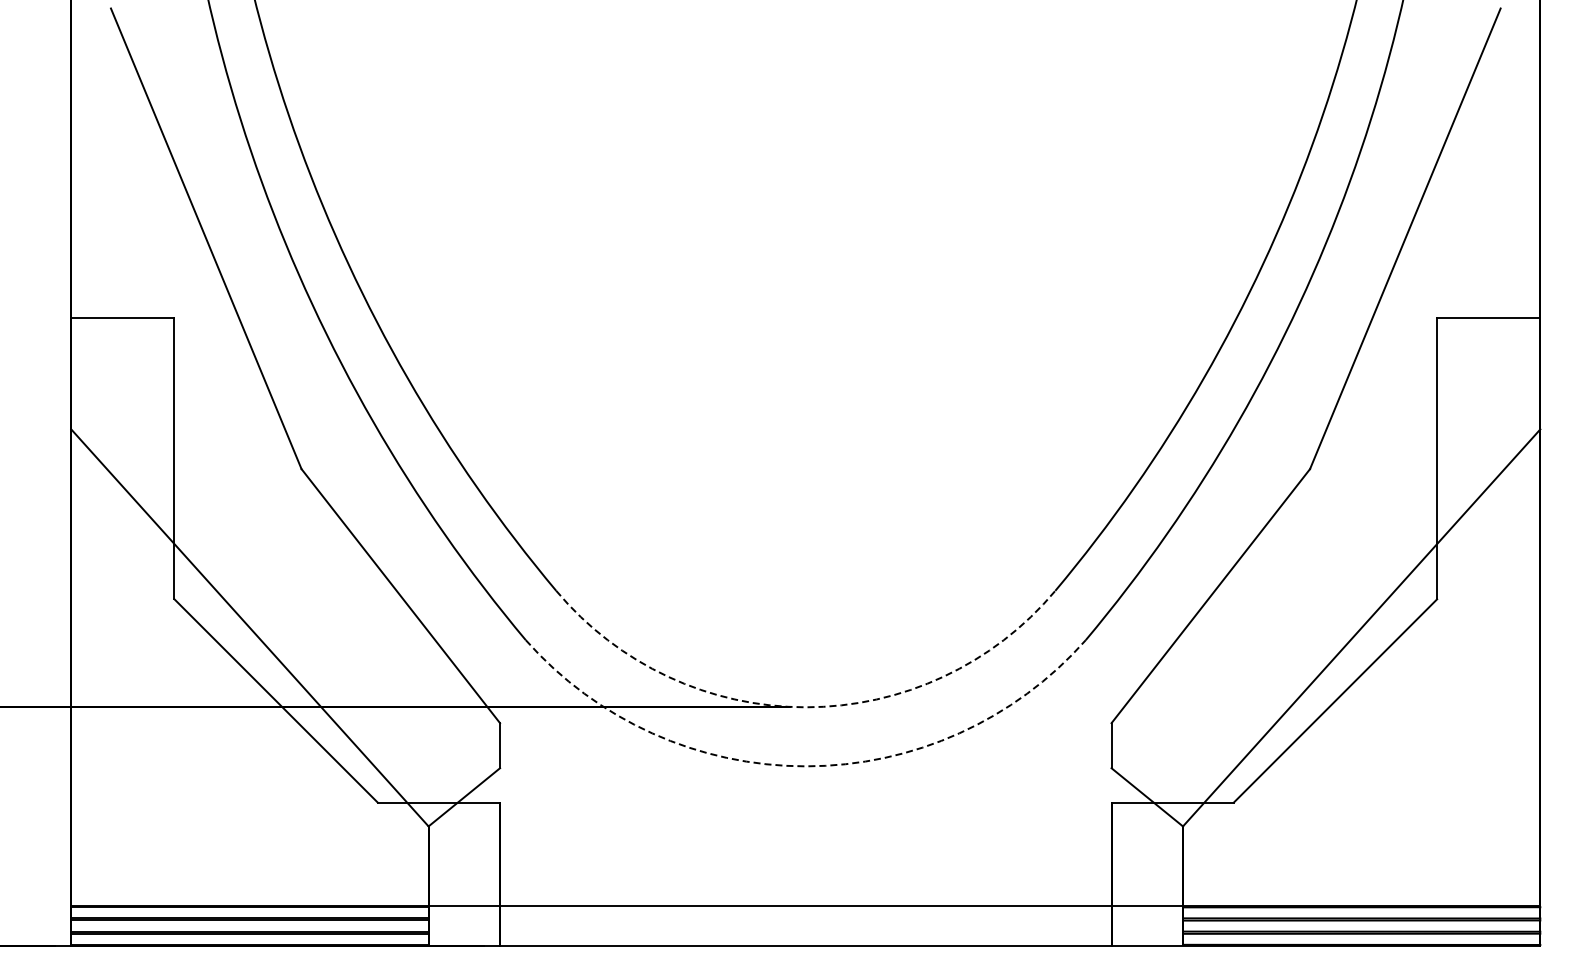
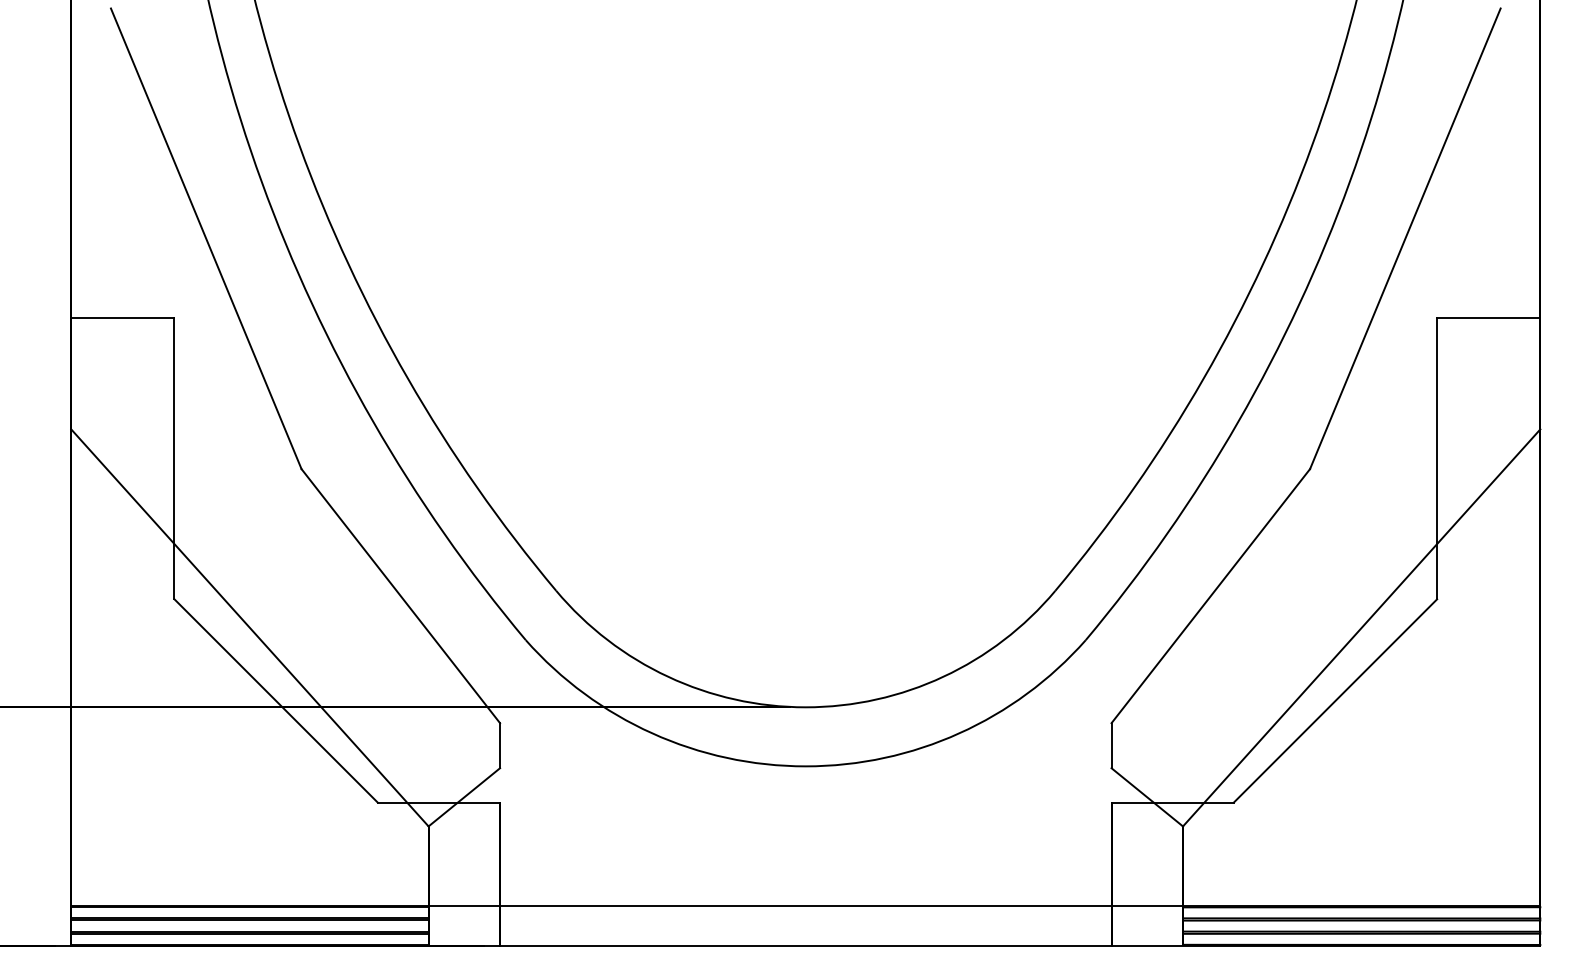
arc at (805, 707): dashed -> solid
arc at (805, 766): dashed -> solid
